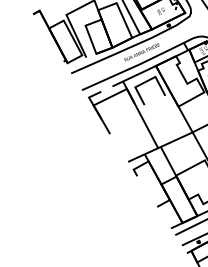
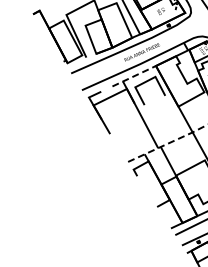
line at (134, 76): solid -> dashed
line at (169, 143): solid -> dashed
